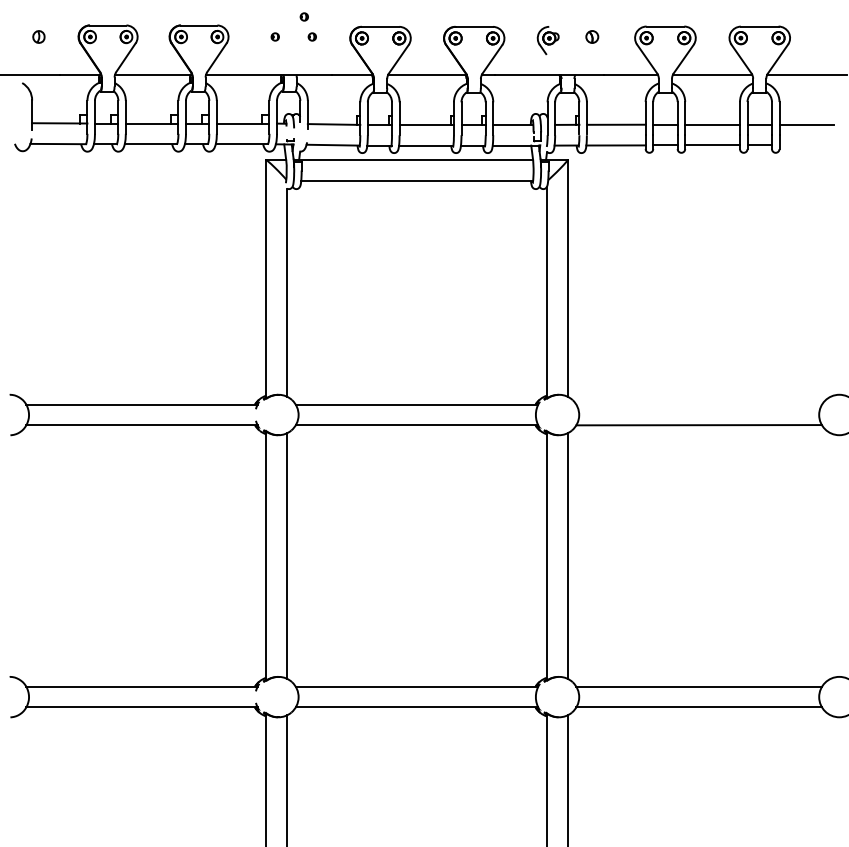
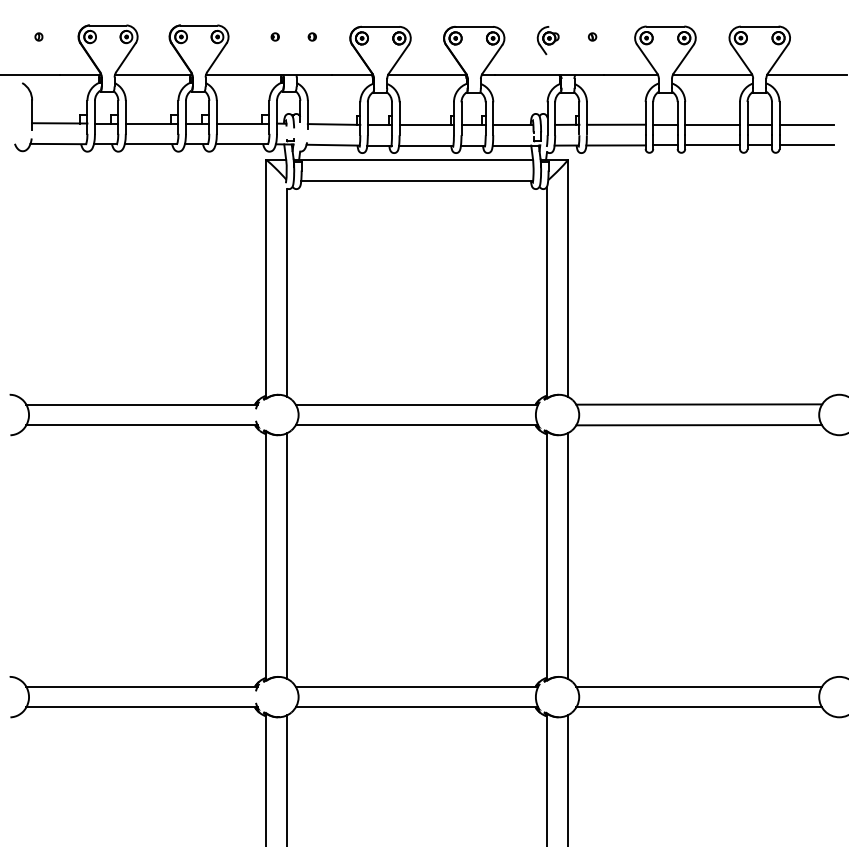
part at (303, 16): present -> none
part at (38, 36) size: 14x14 px -> 10x10 px
part at (592, 36) size: 15x14 px -> 10x10 px
line at (806, 145): none -> present
line at (699, 404): none -> present
